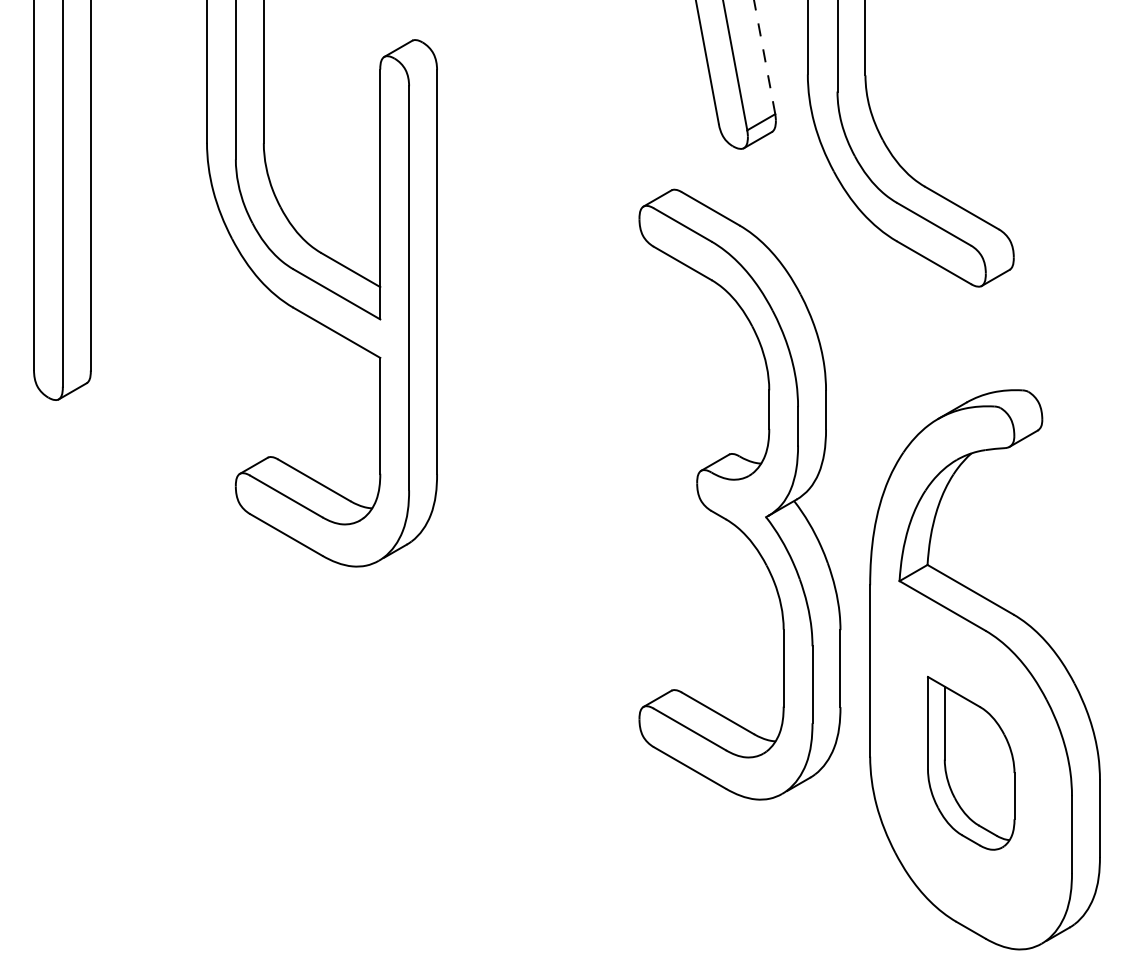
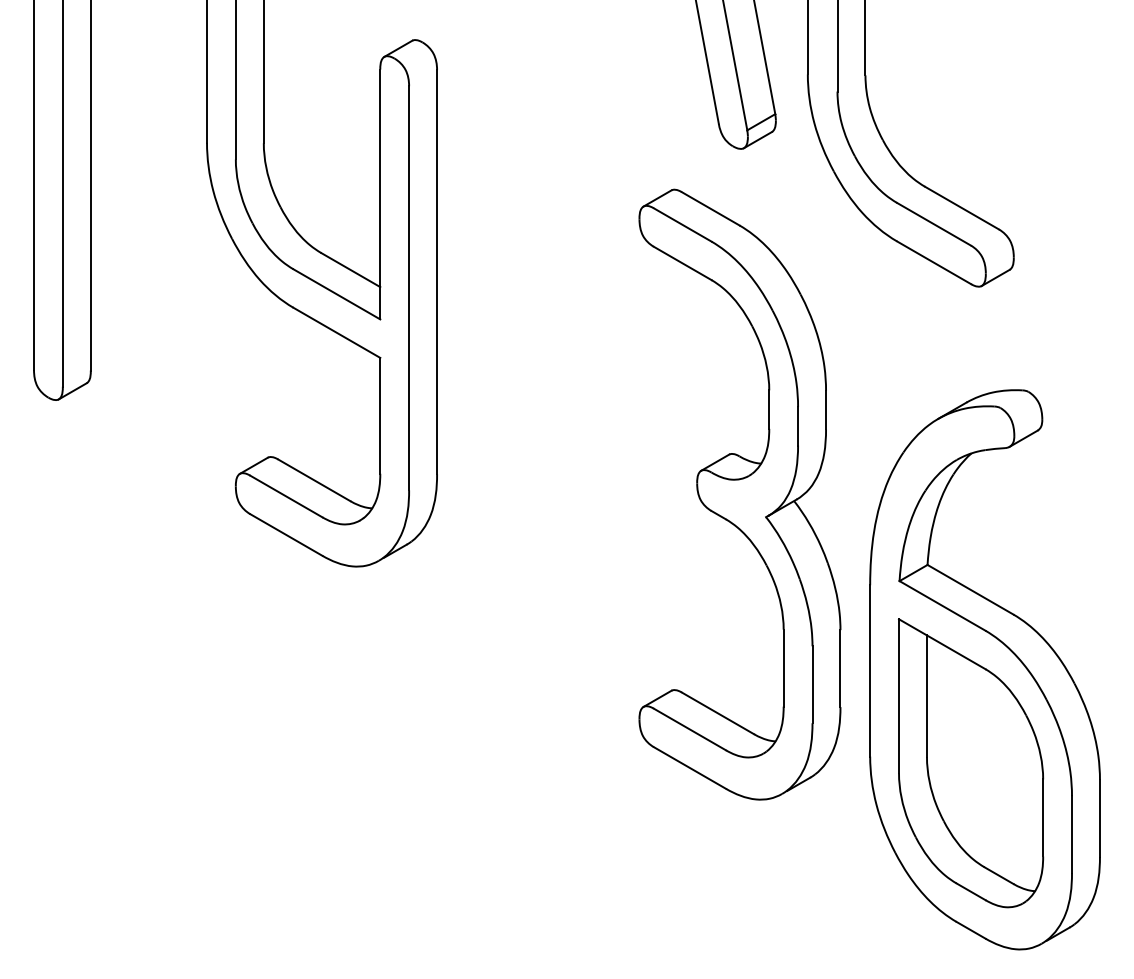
line at (764, 57): dashed -> solid
part at (971, 762) size: 89x176 px -> 147x291 px
